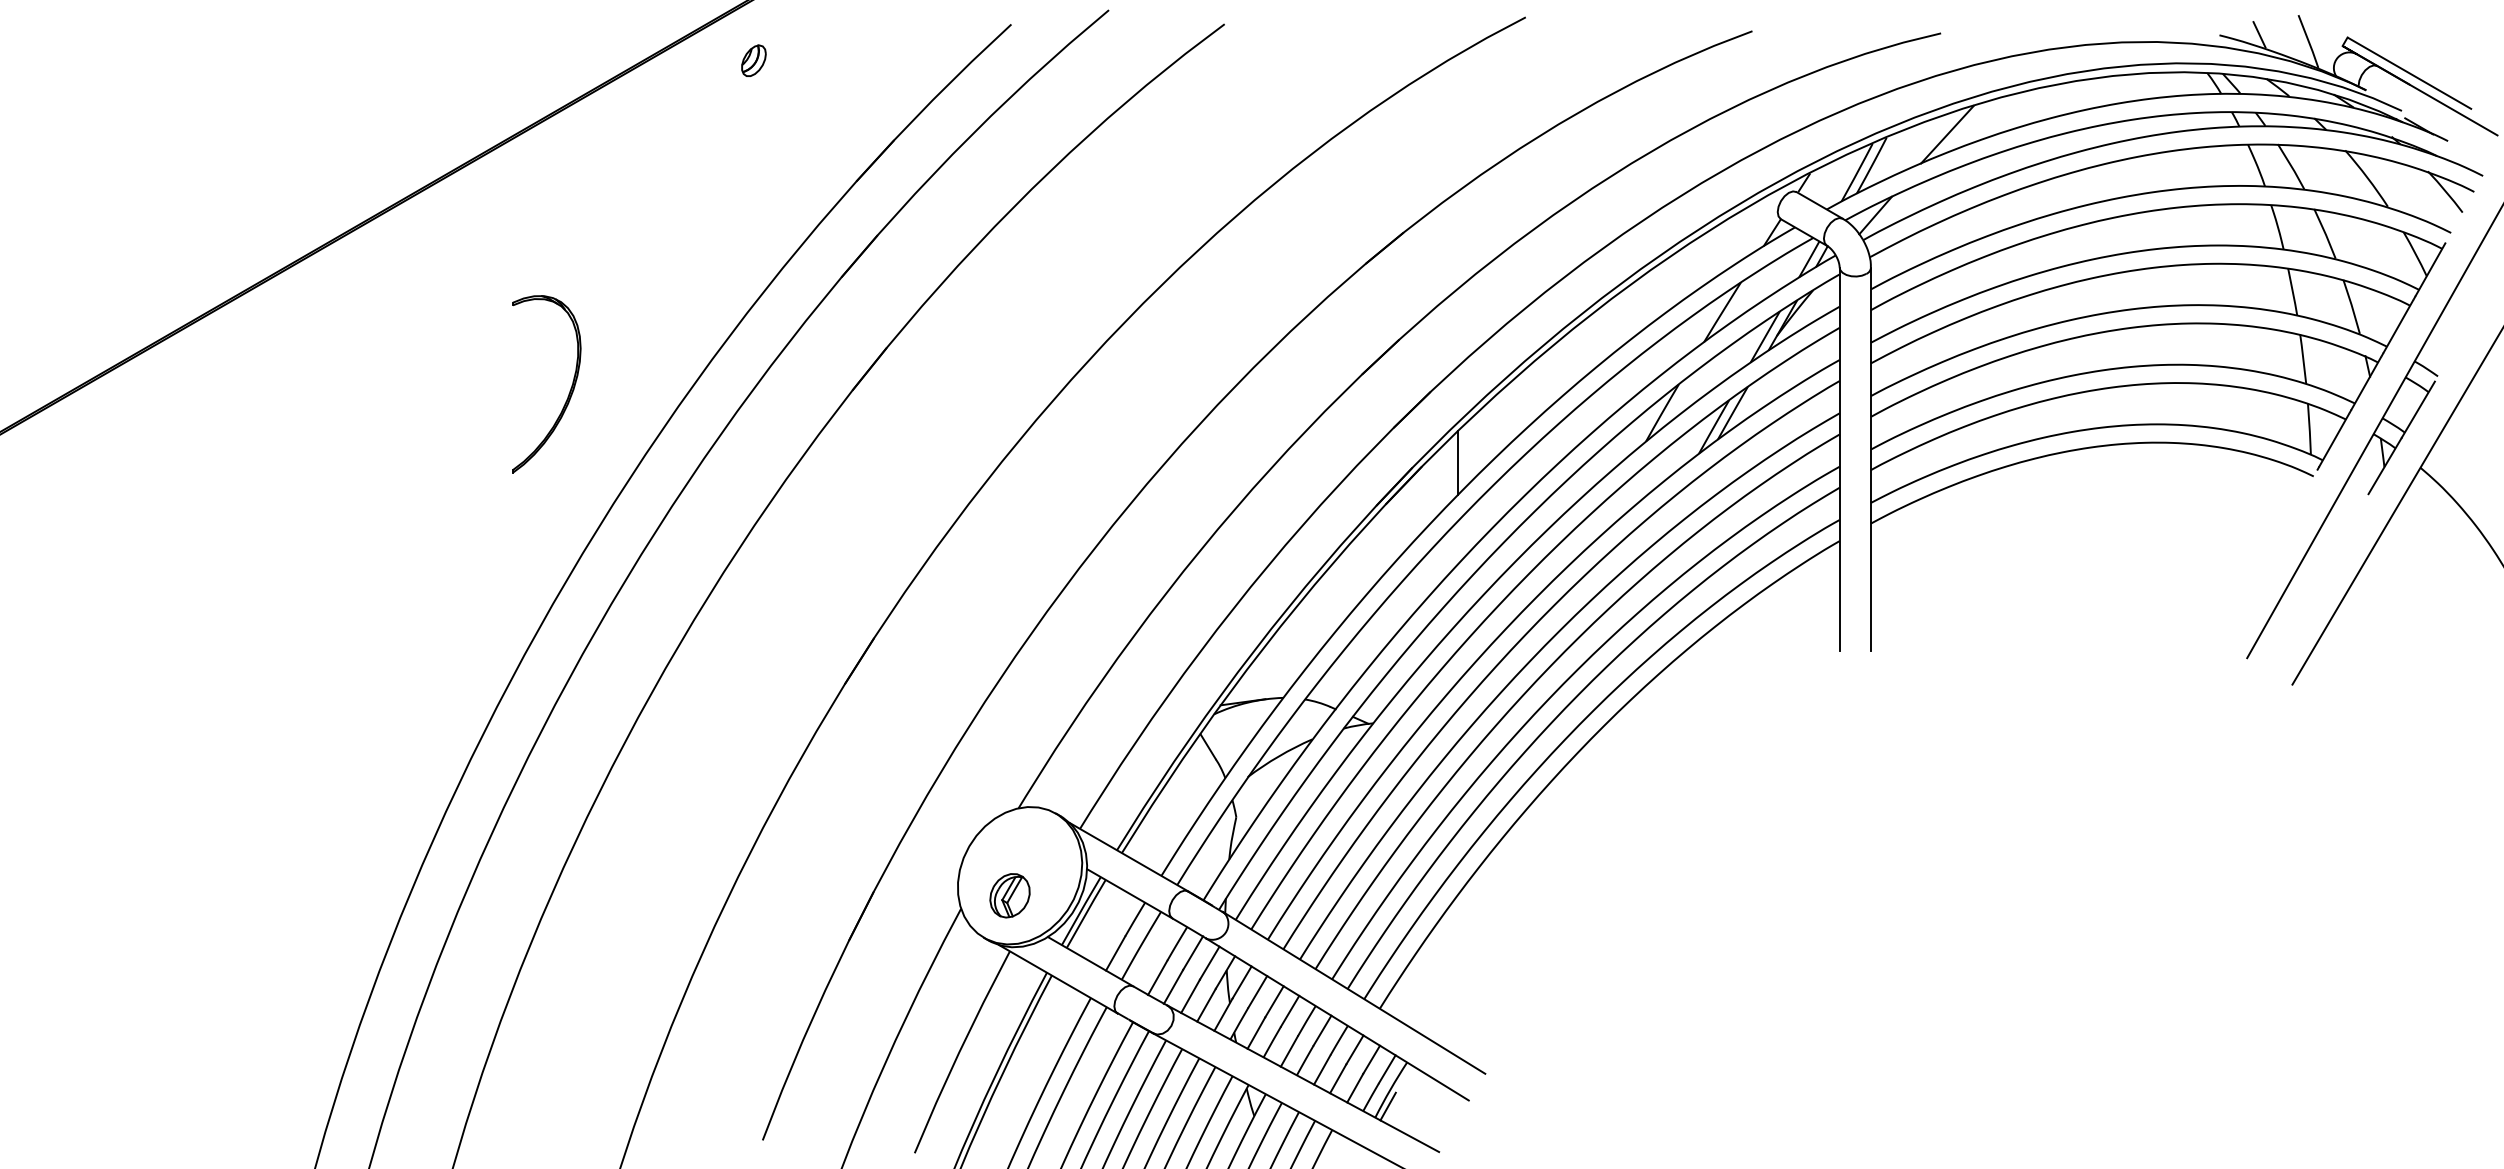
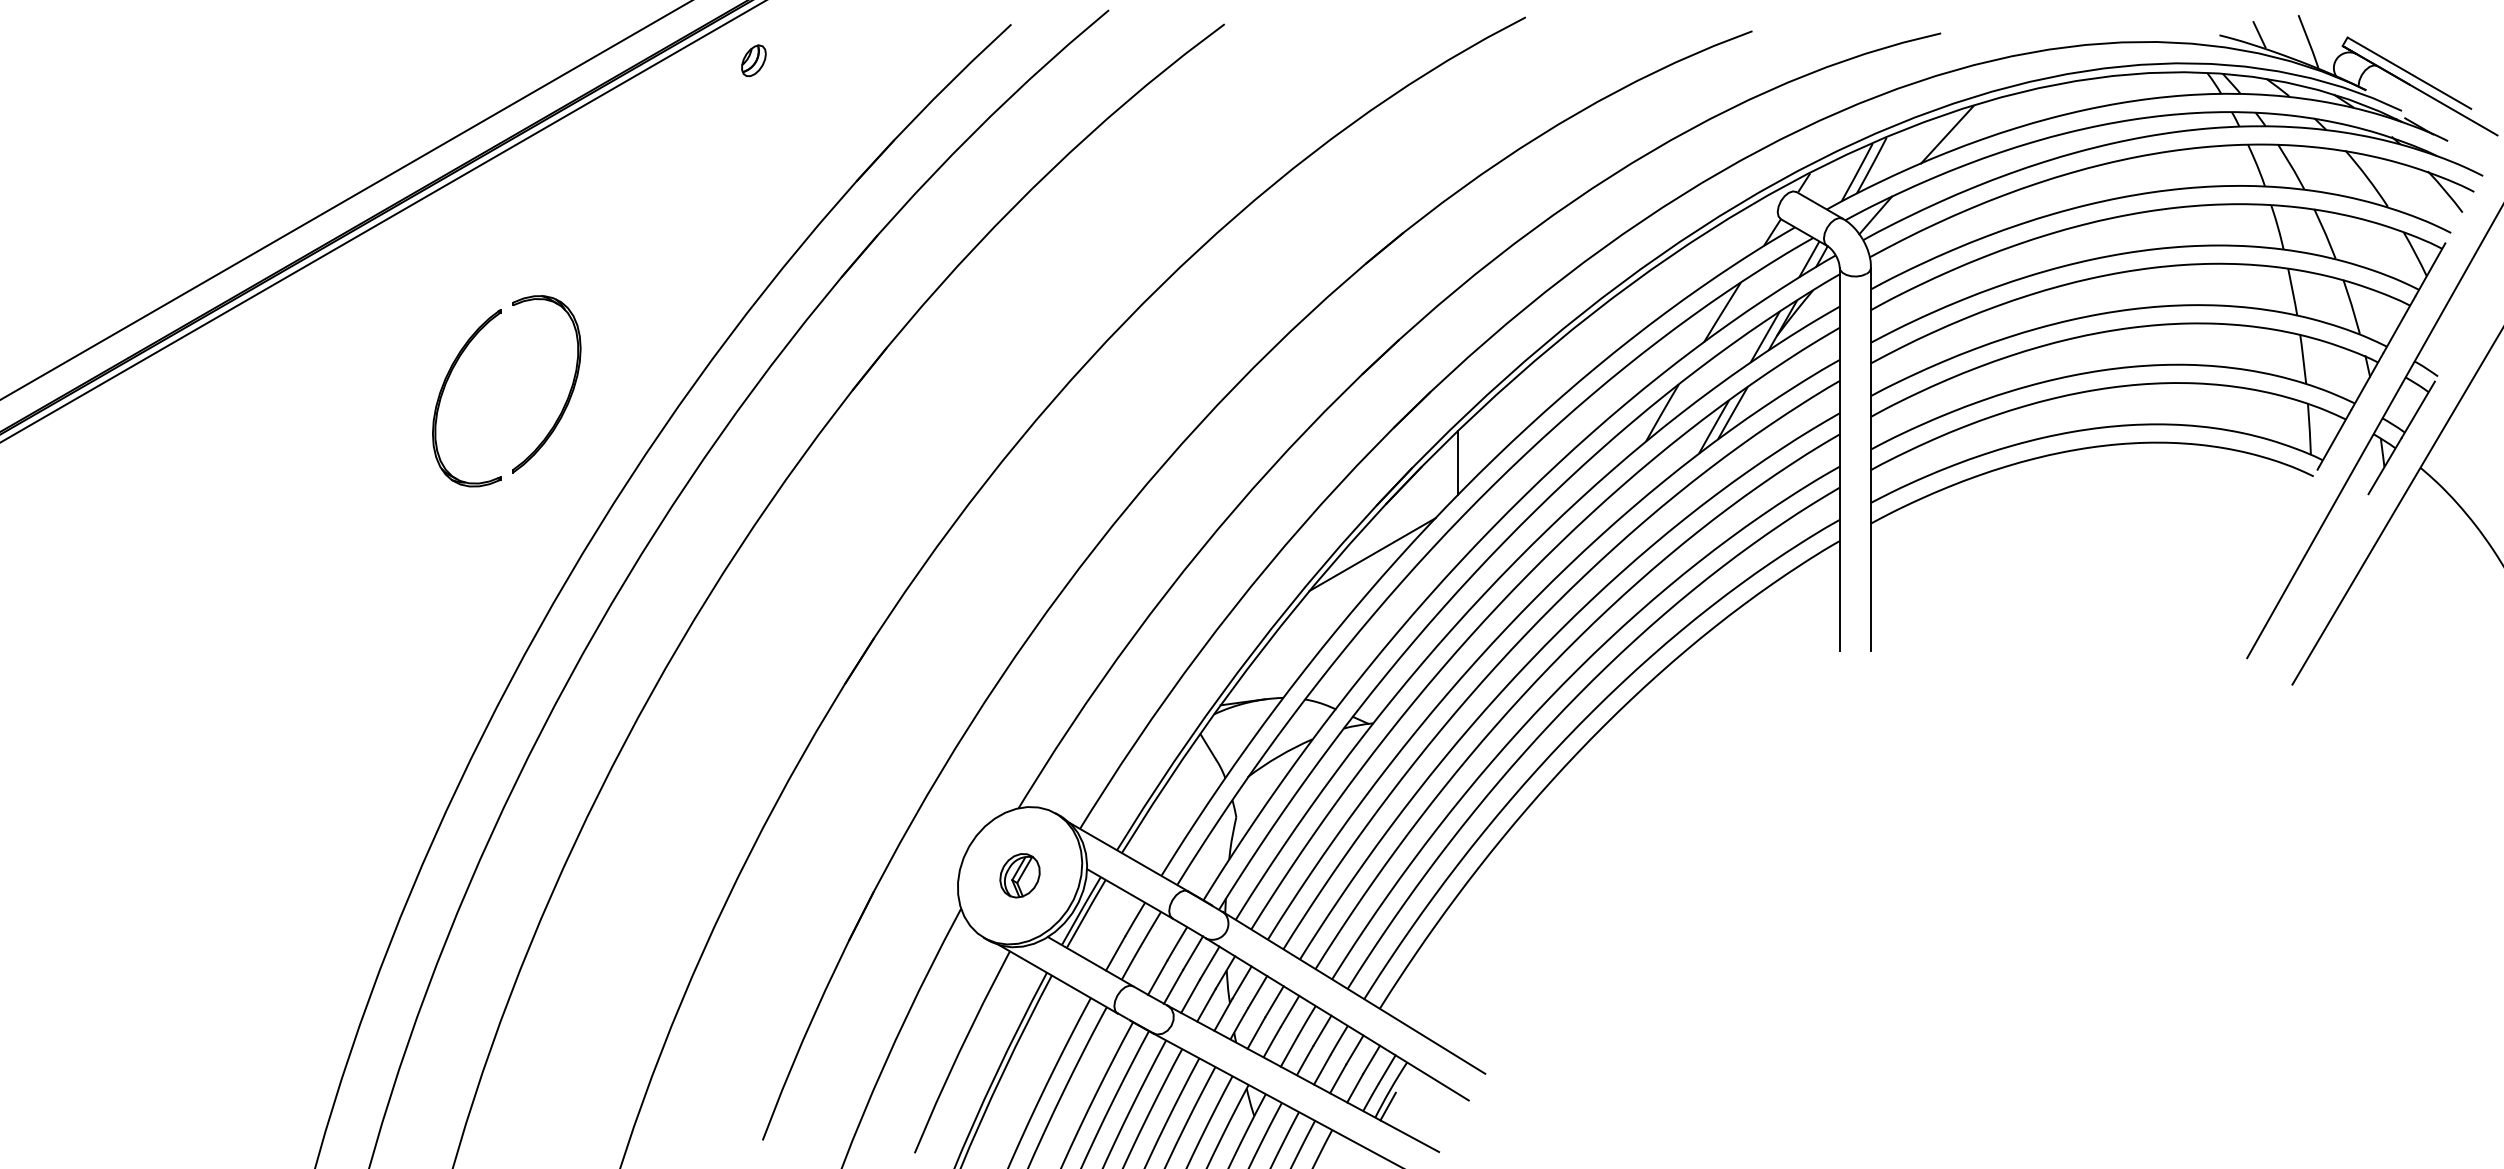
line at (345, 200): none -> present
line at (382, 221): none -> present
part at (444, 390): none -> present
line at (1372, 554): none -> present
part at (1009, 895) position: (1009, 895) -> (1019, 875)
